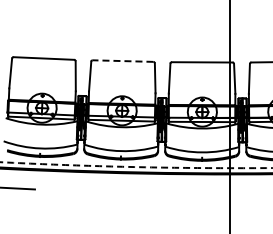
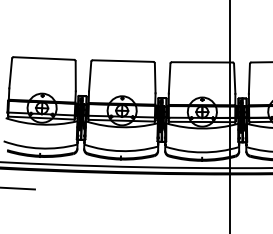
line at (122, 61): dashed -> solid
arc at (136, 167): dashed -> solid
